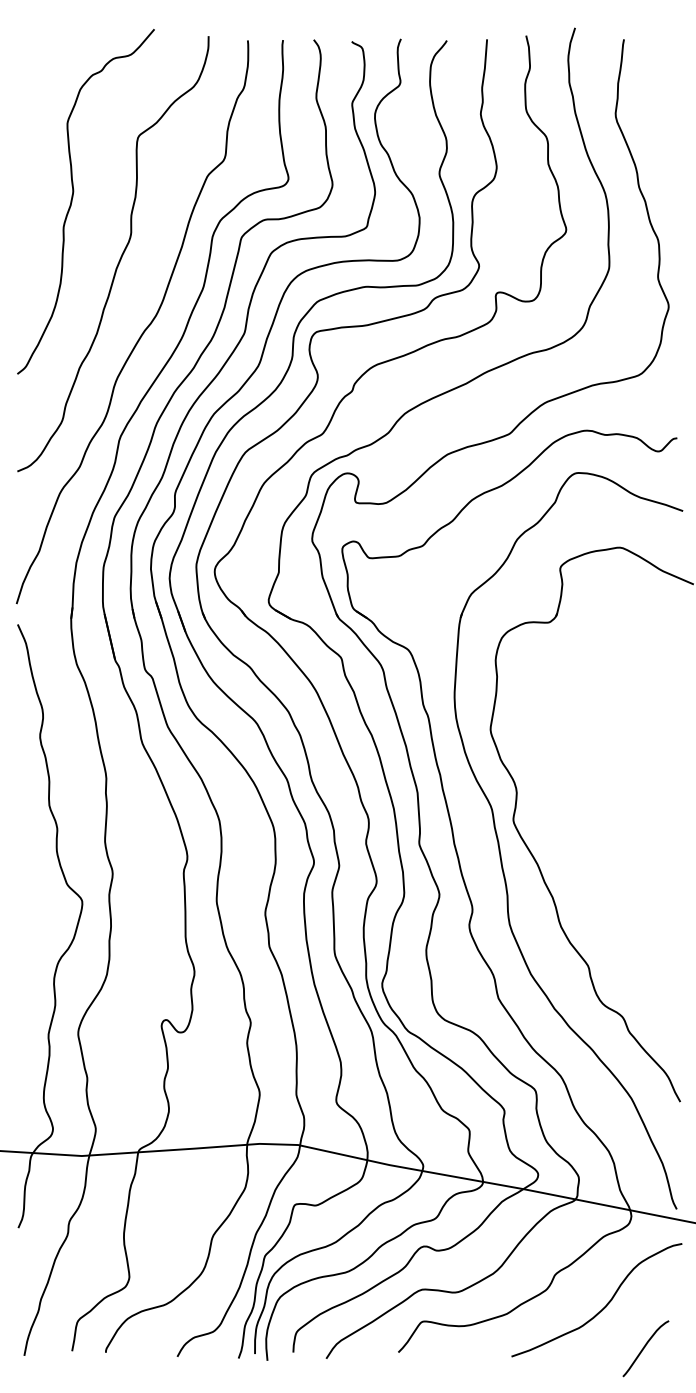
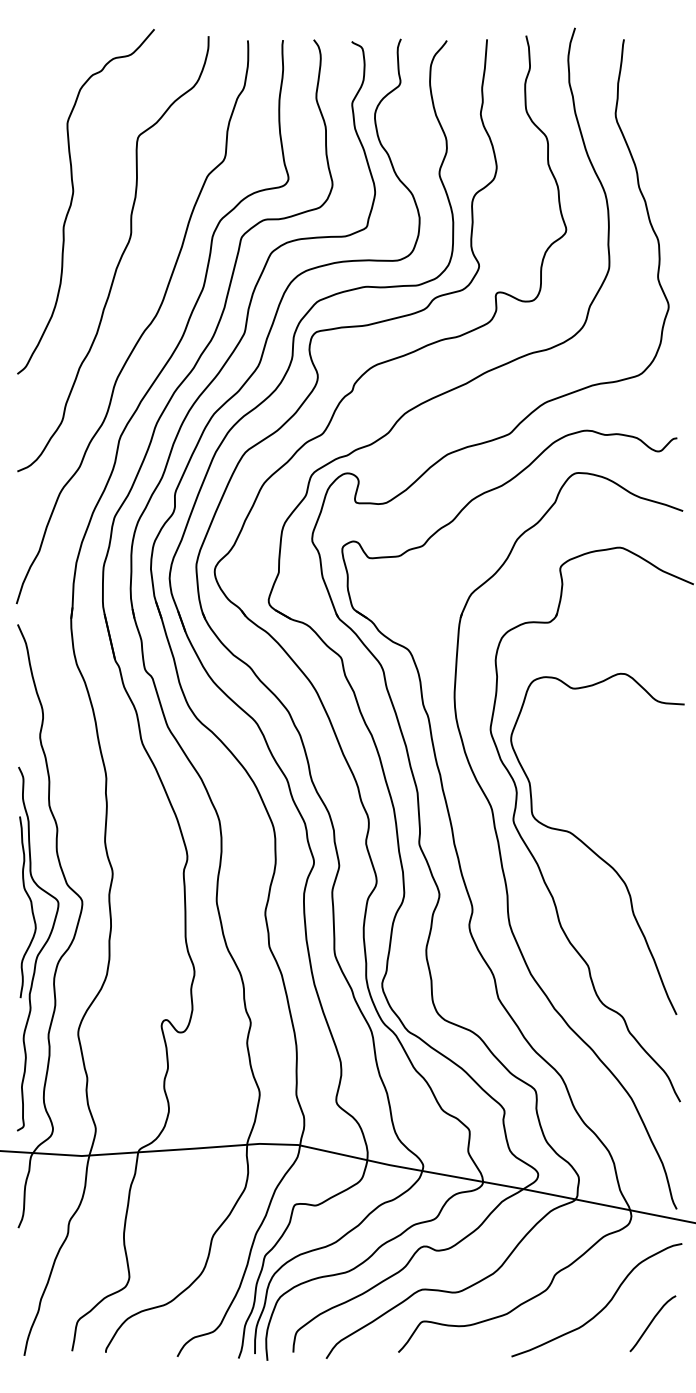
curve at (591, 848): none -> present
part at (38, 948): none -> present
curve at (645, 1347) position: (645, 1347) -> (652, 1322)
